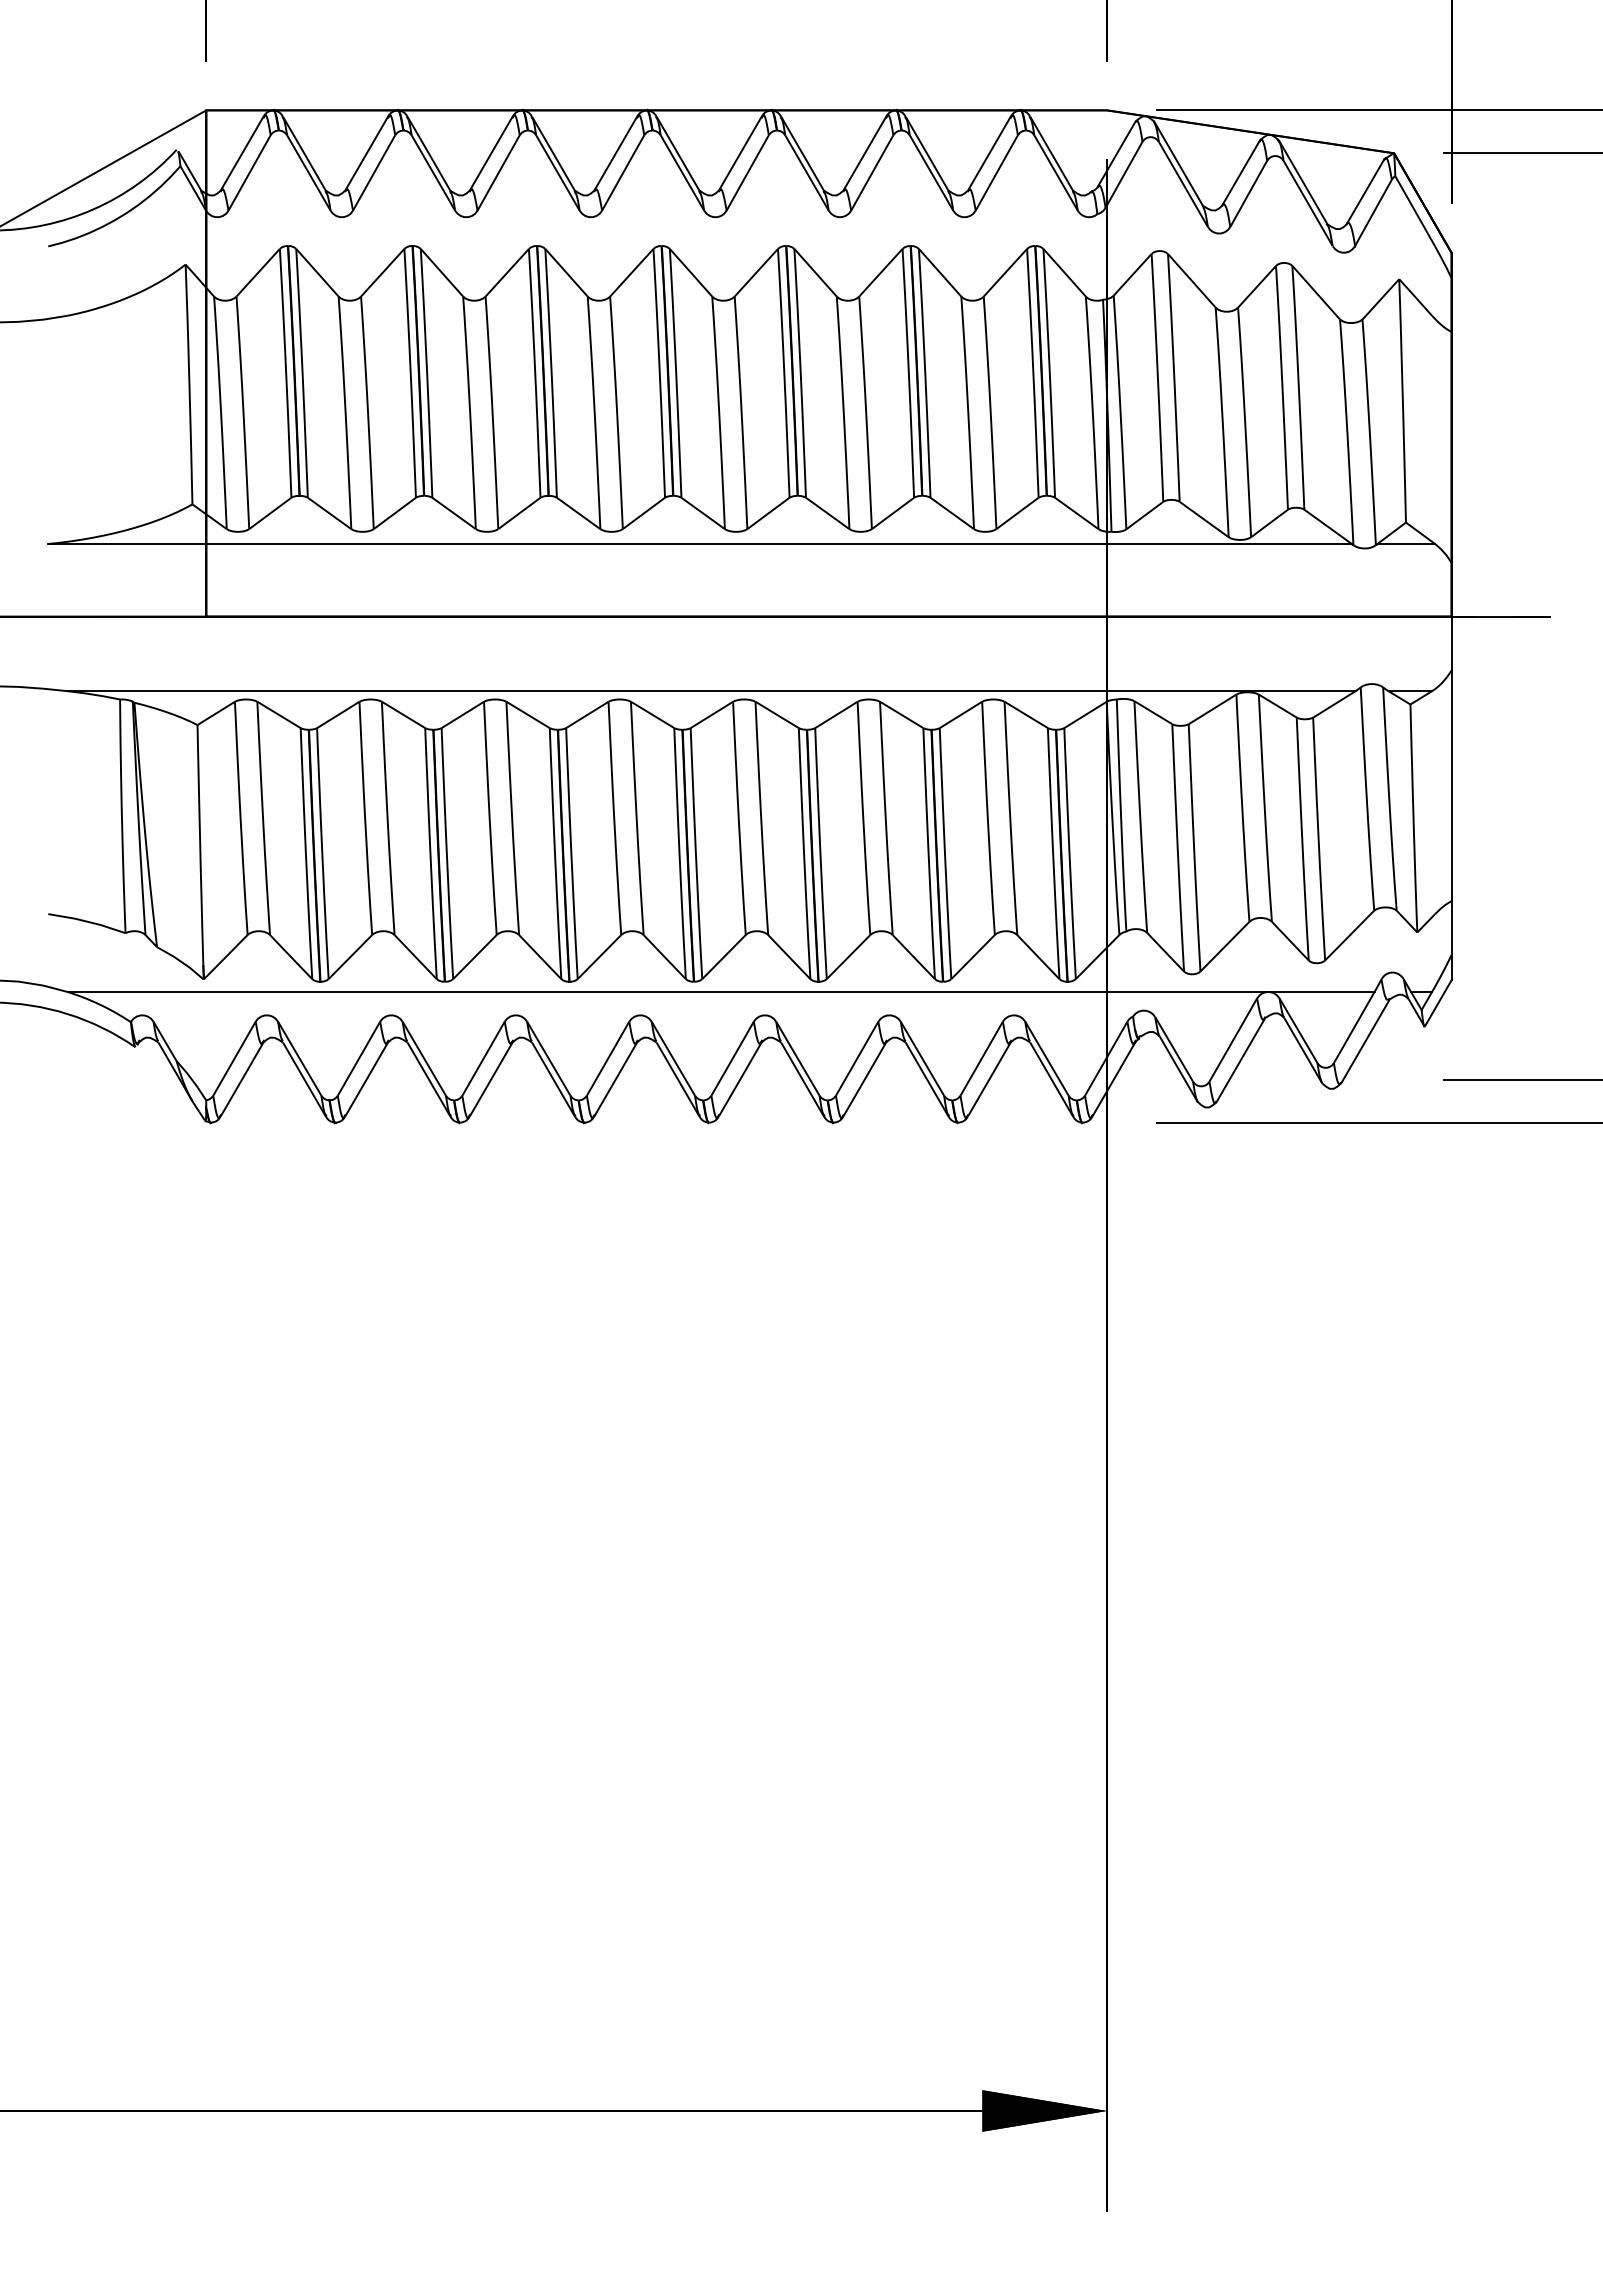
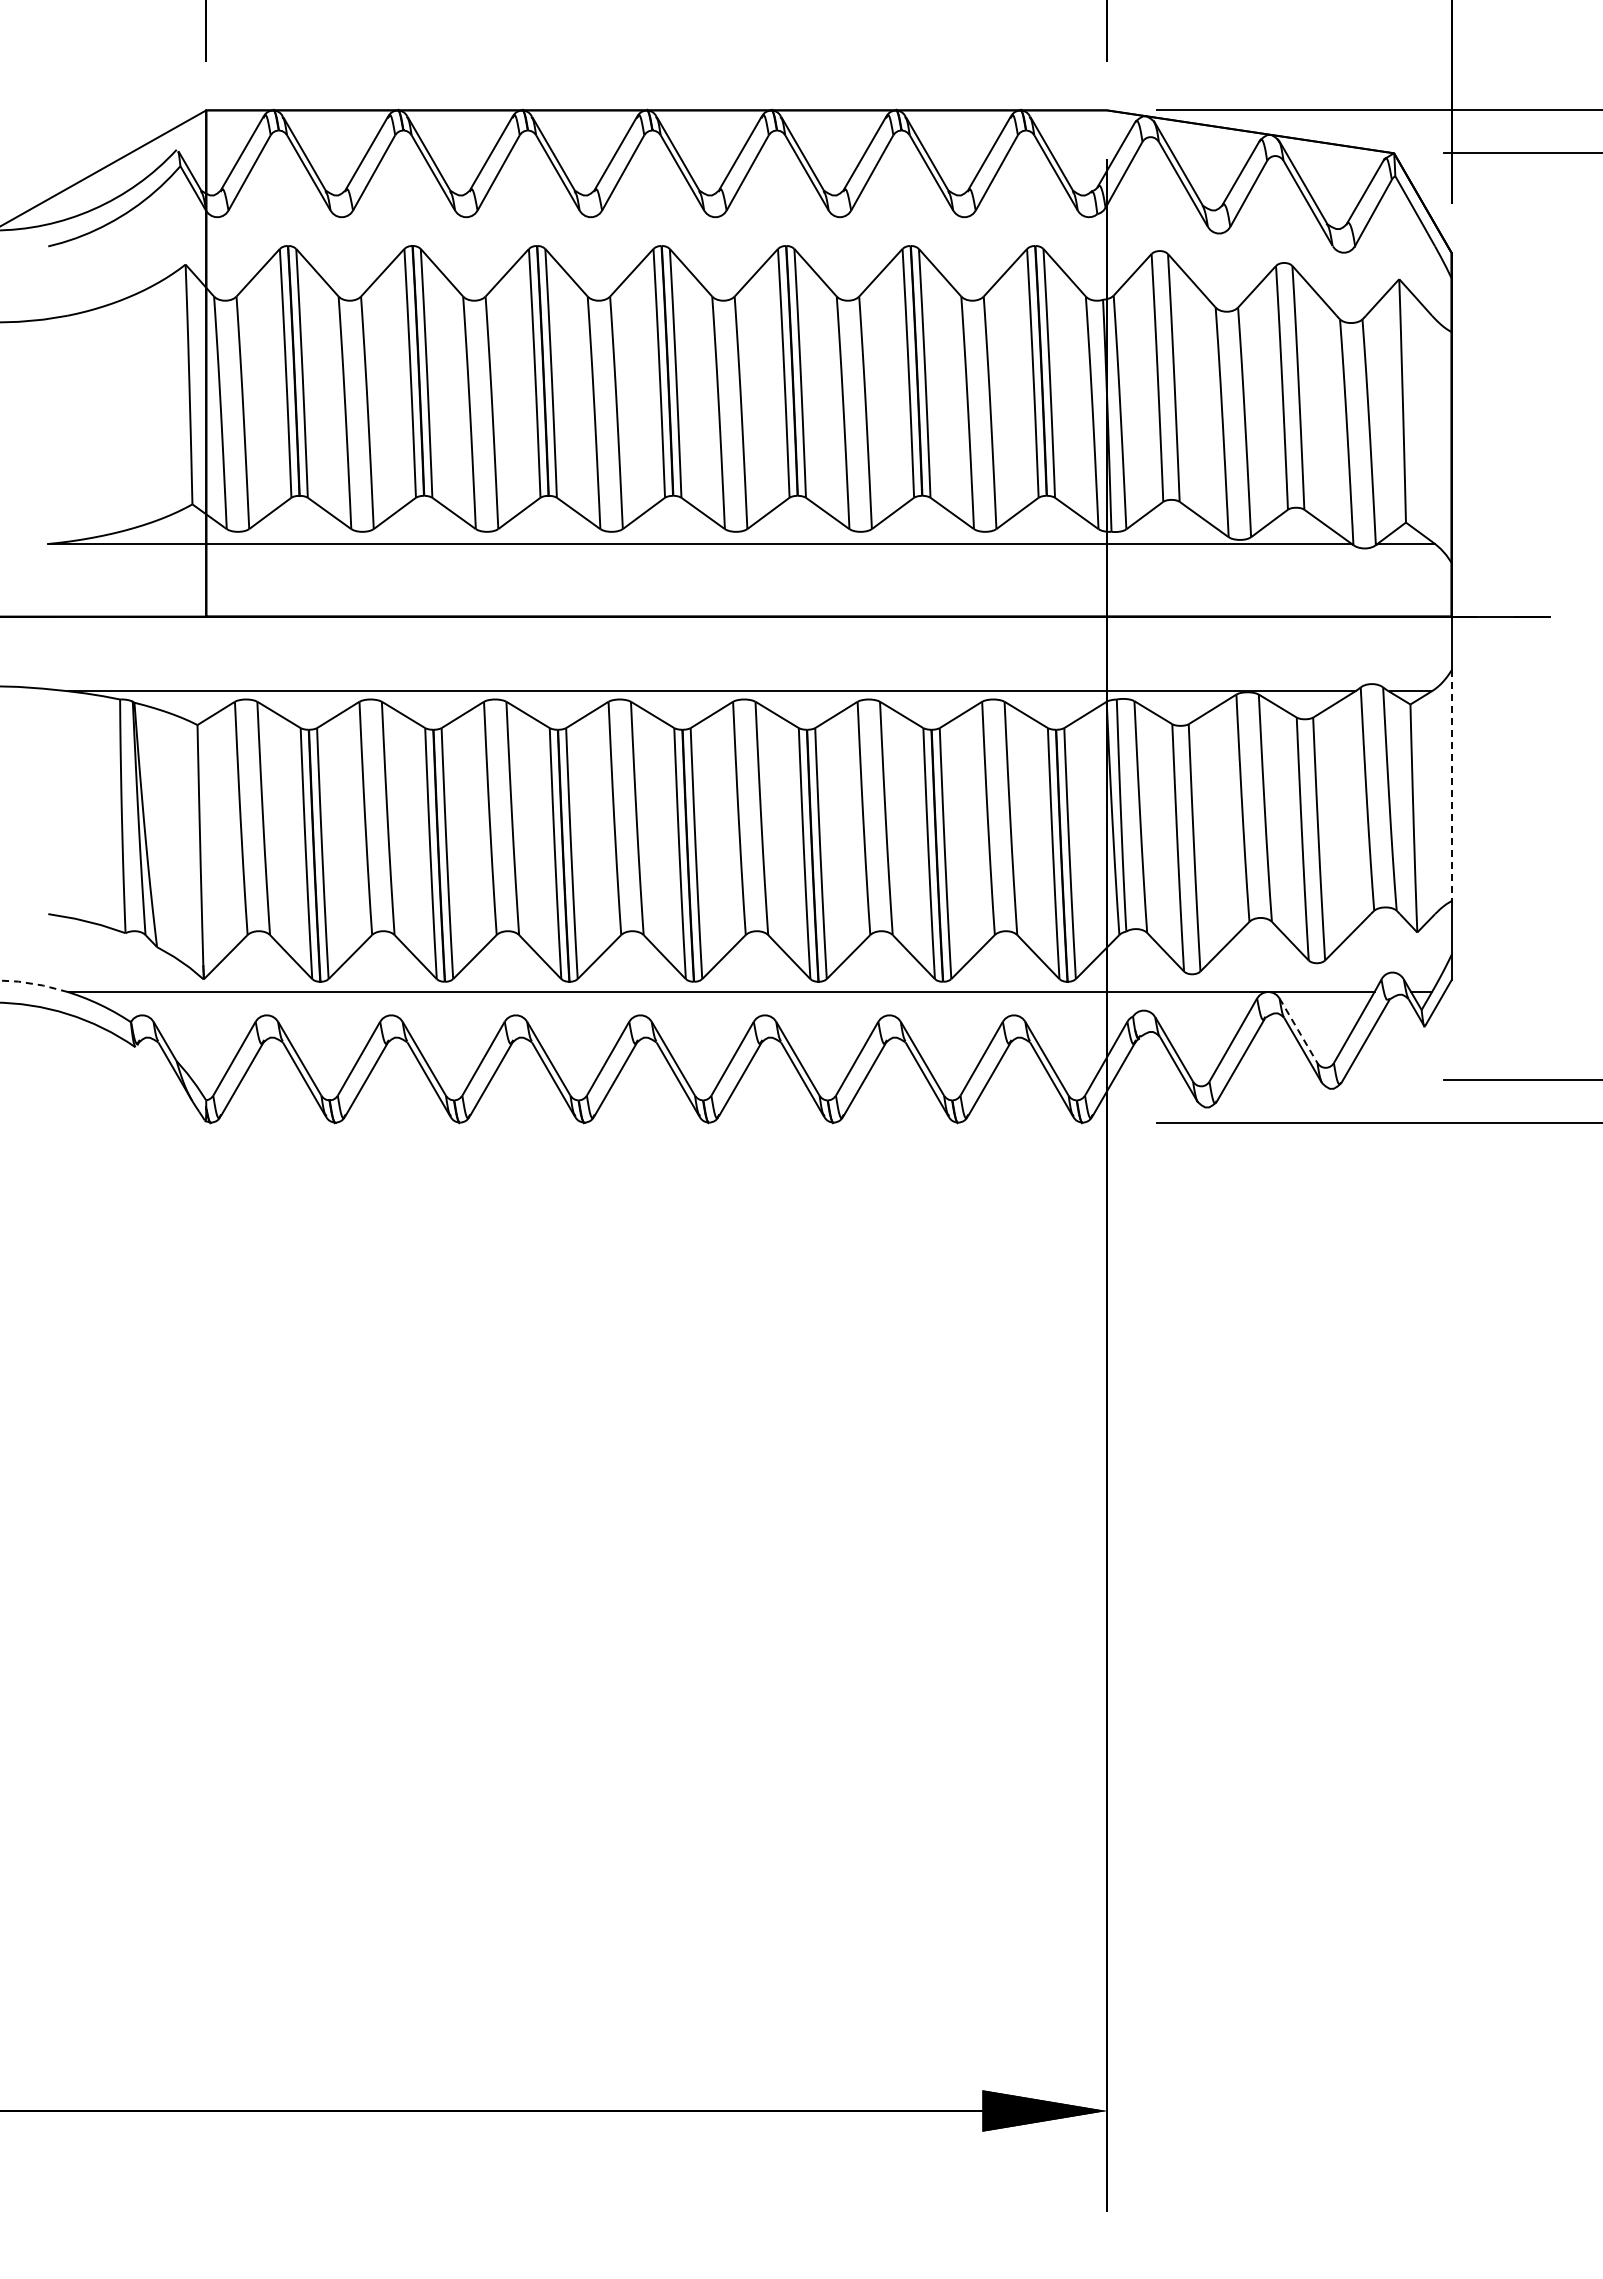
line at (1451, 786): solid -> dashed
line at (34, 984): solid -> dashed
line at (1298, 1030): solid -> dashed
